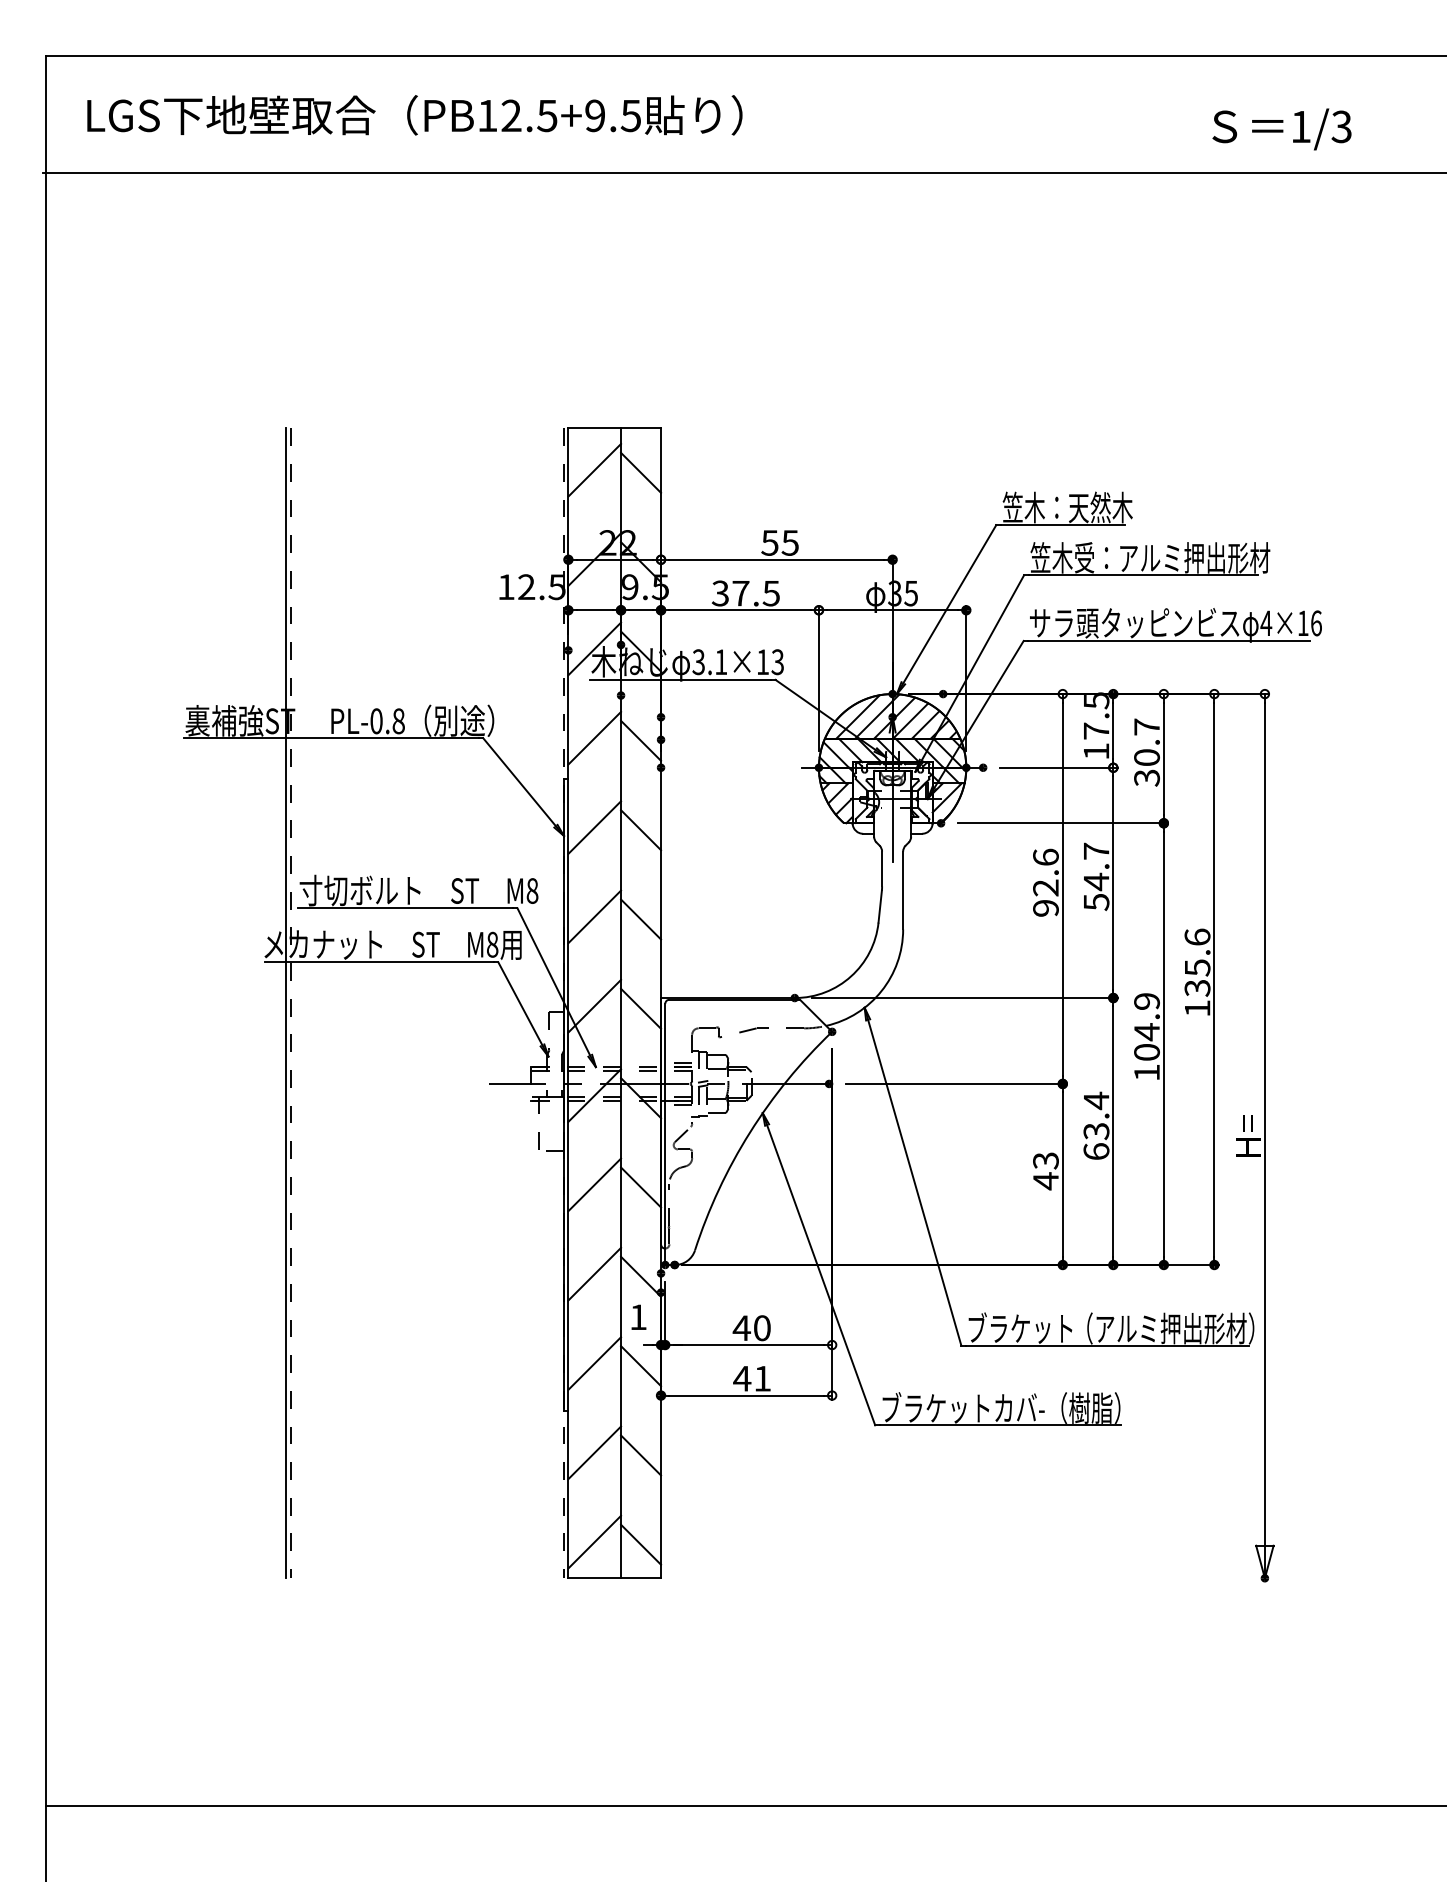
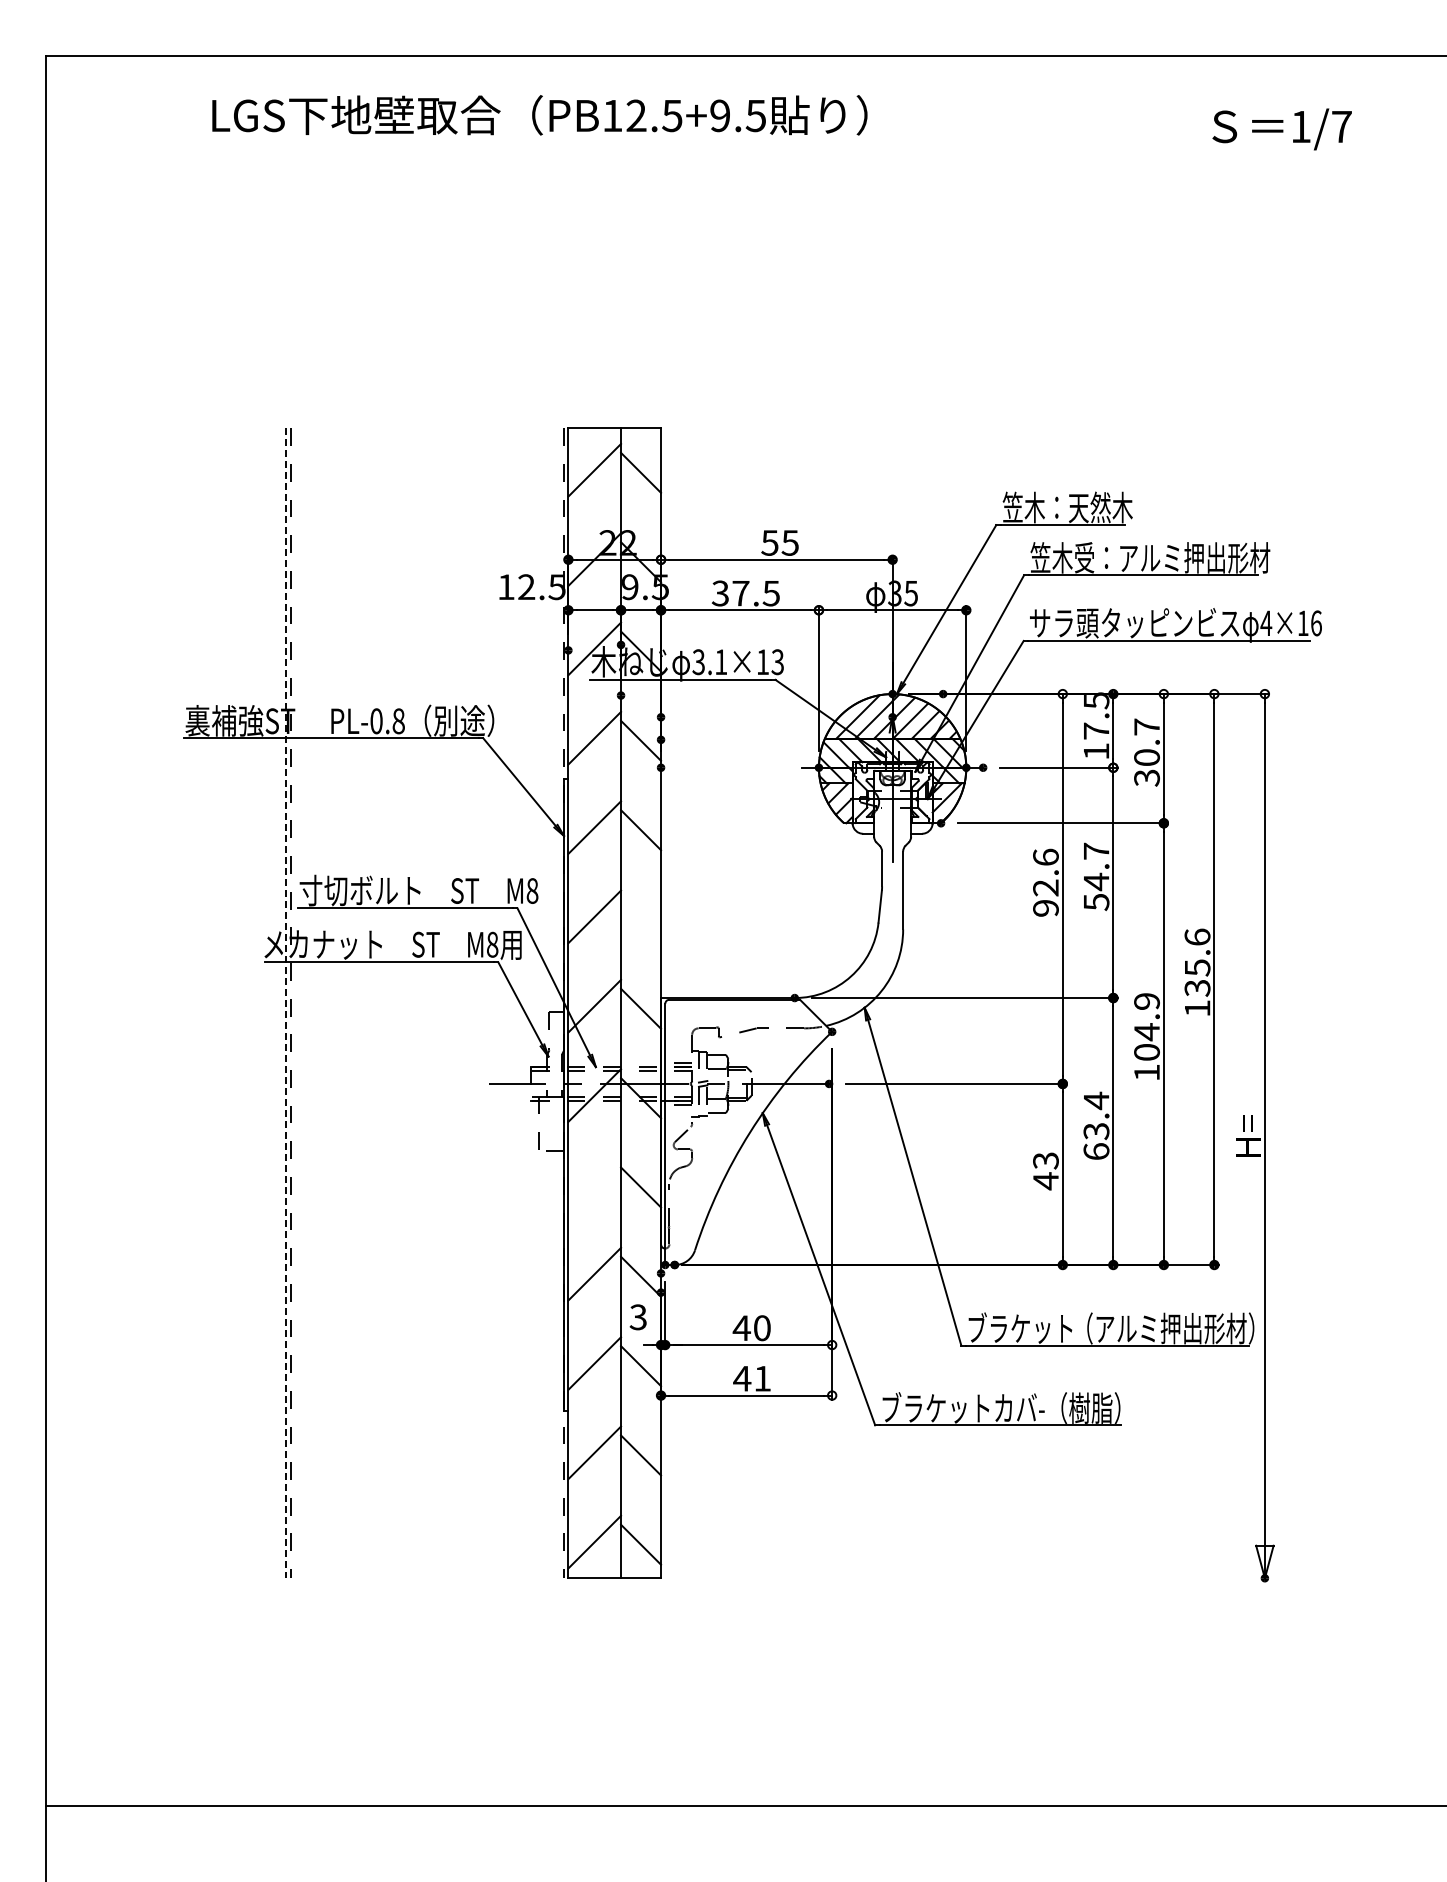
text at (414, 115) position: (414, 115) -> (539, 115)
text at (1341, 126): 1/3 -> 1/7
line at (743, 172): present -> none
line at (641, 919): present -> none
line at (286, 1003): solid -> dashed
line at (594, 1184): present -> none
text at (637, 1317): 1 -> 3
